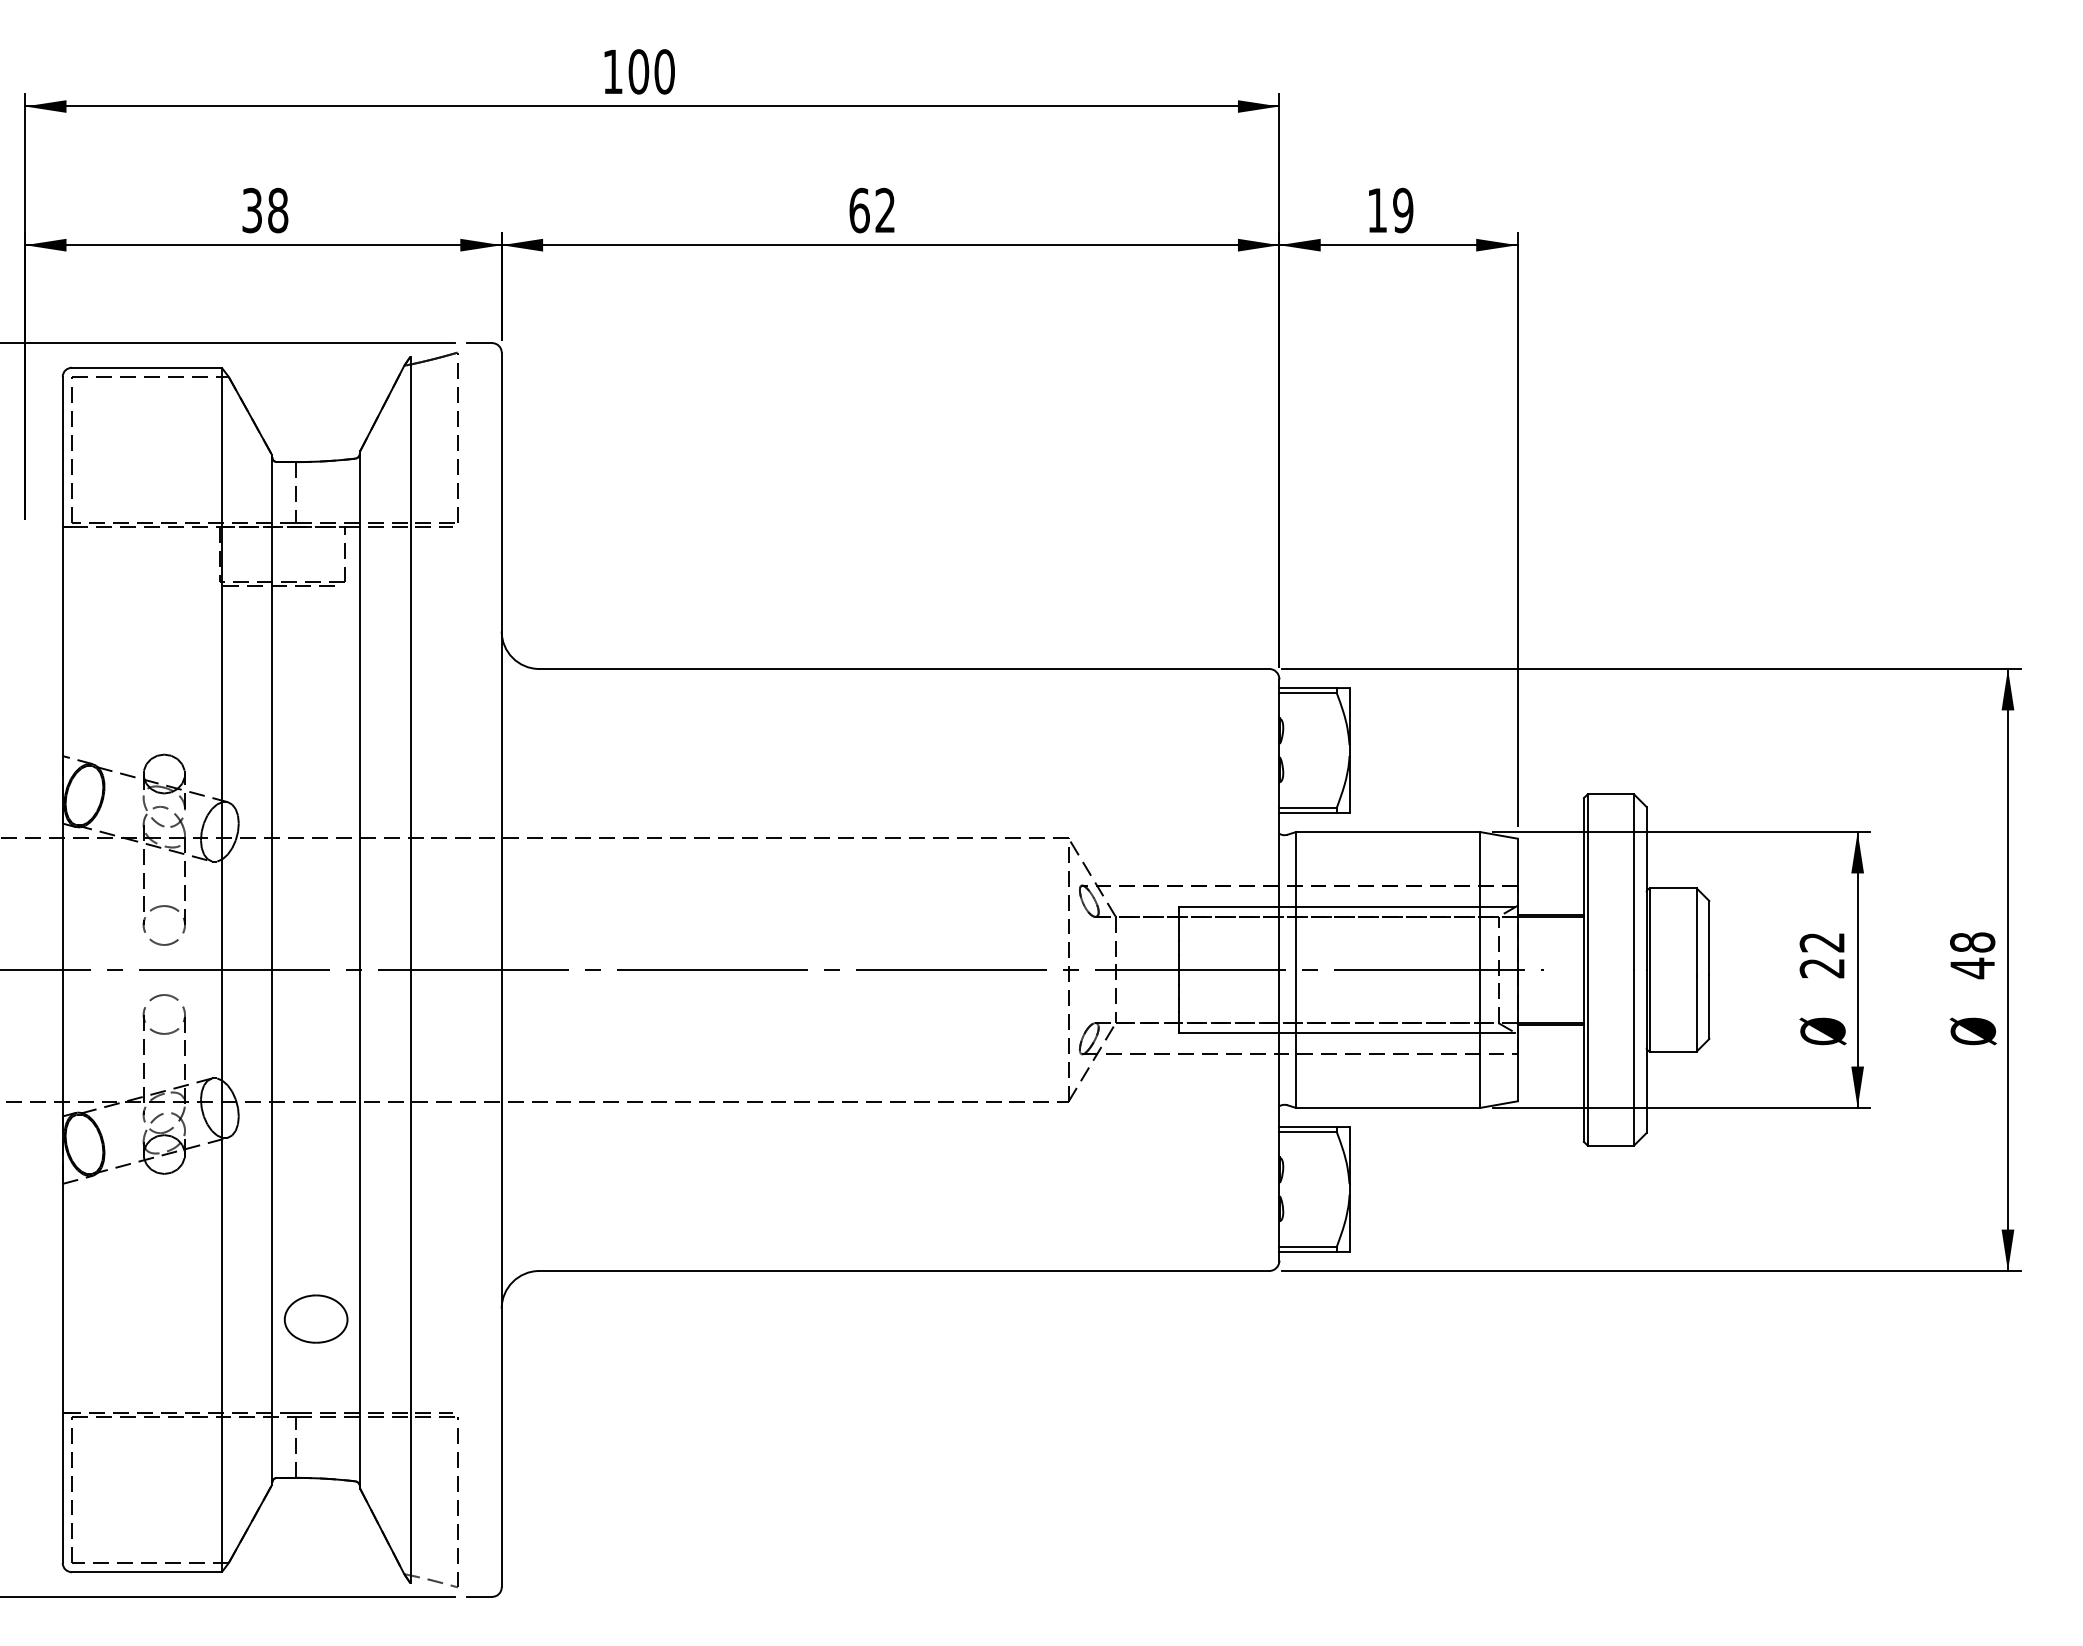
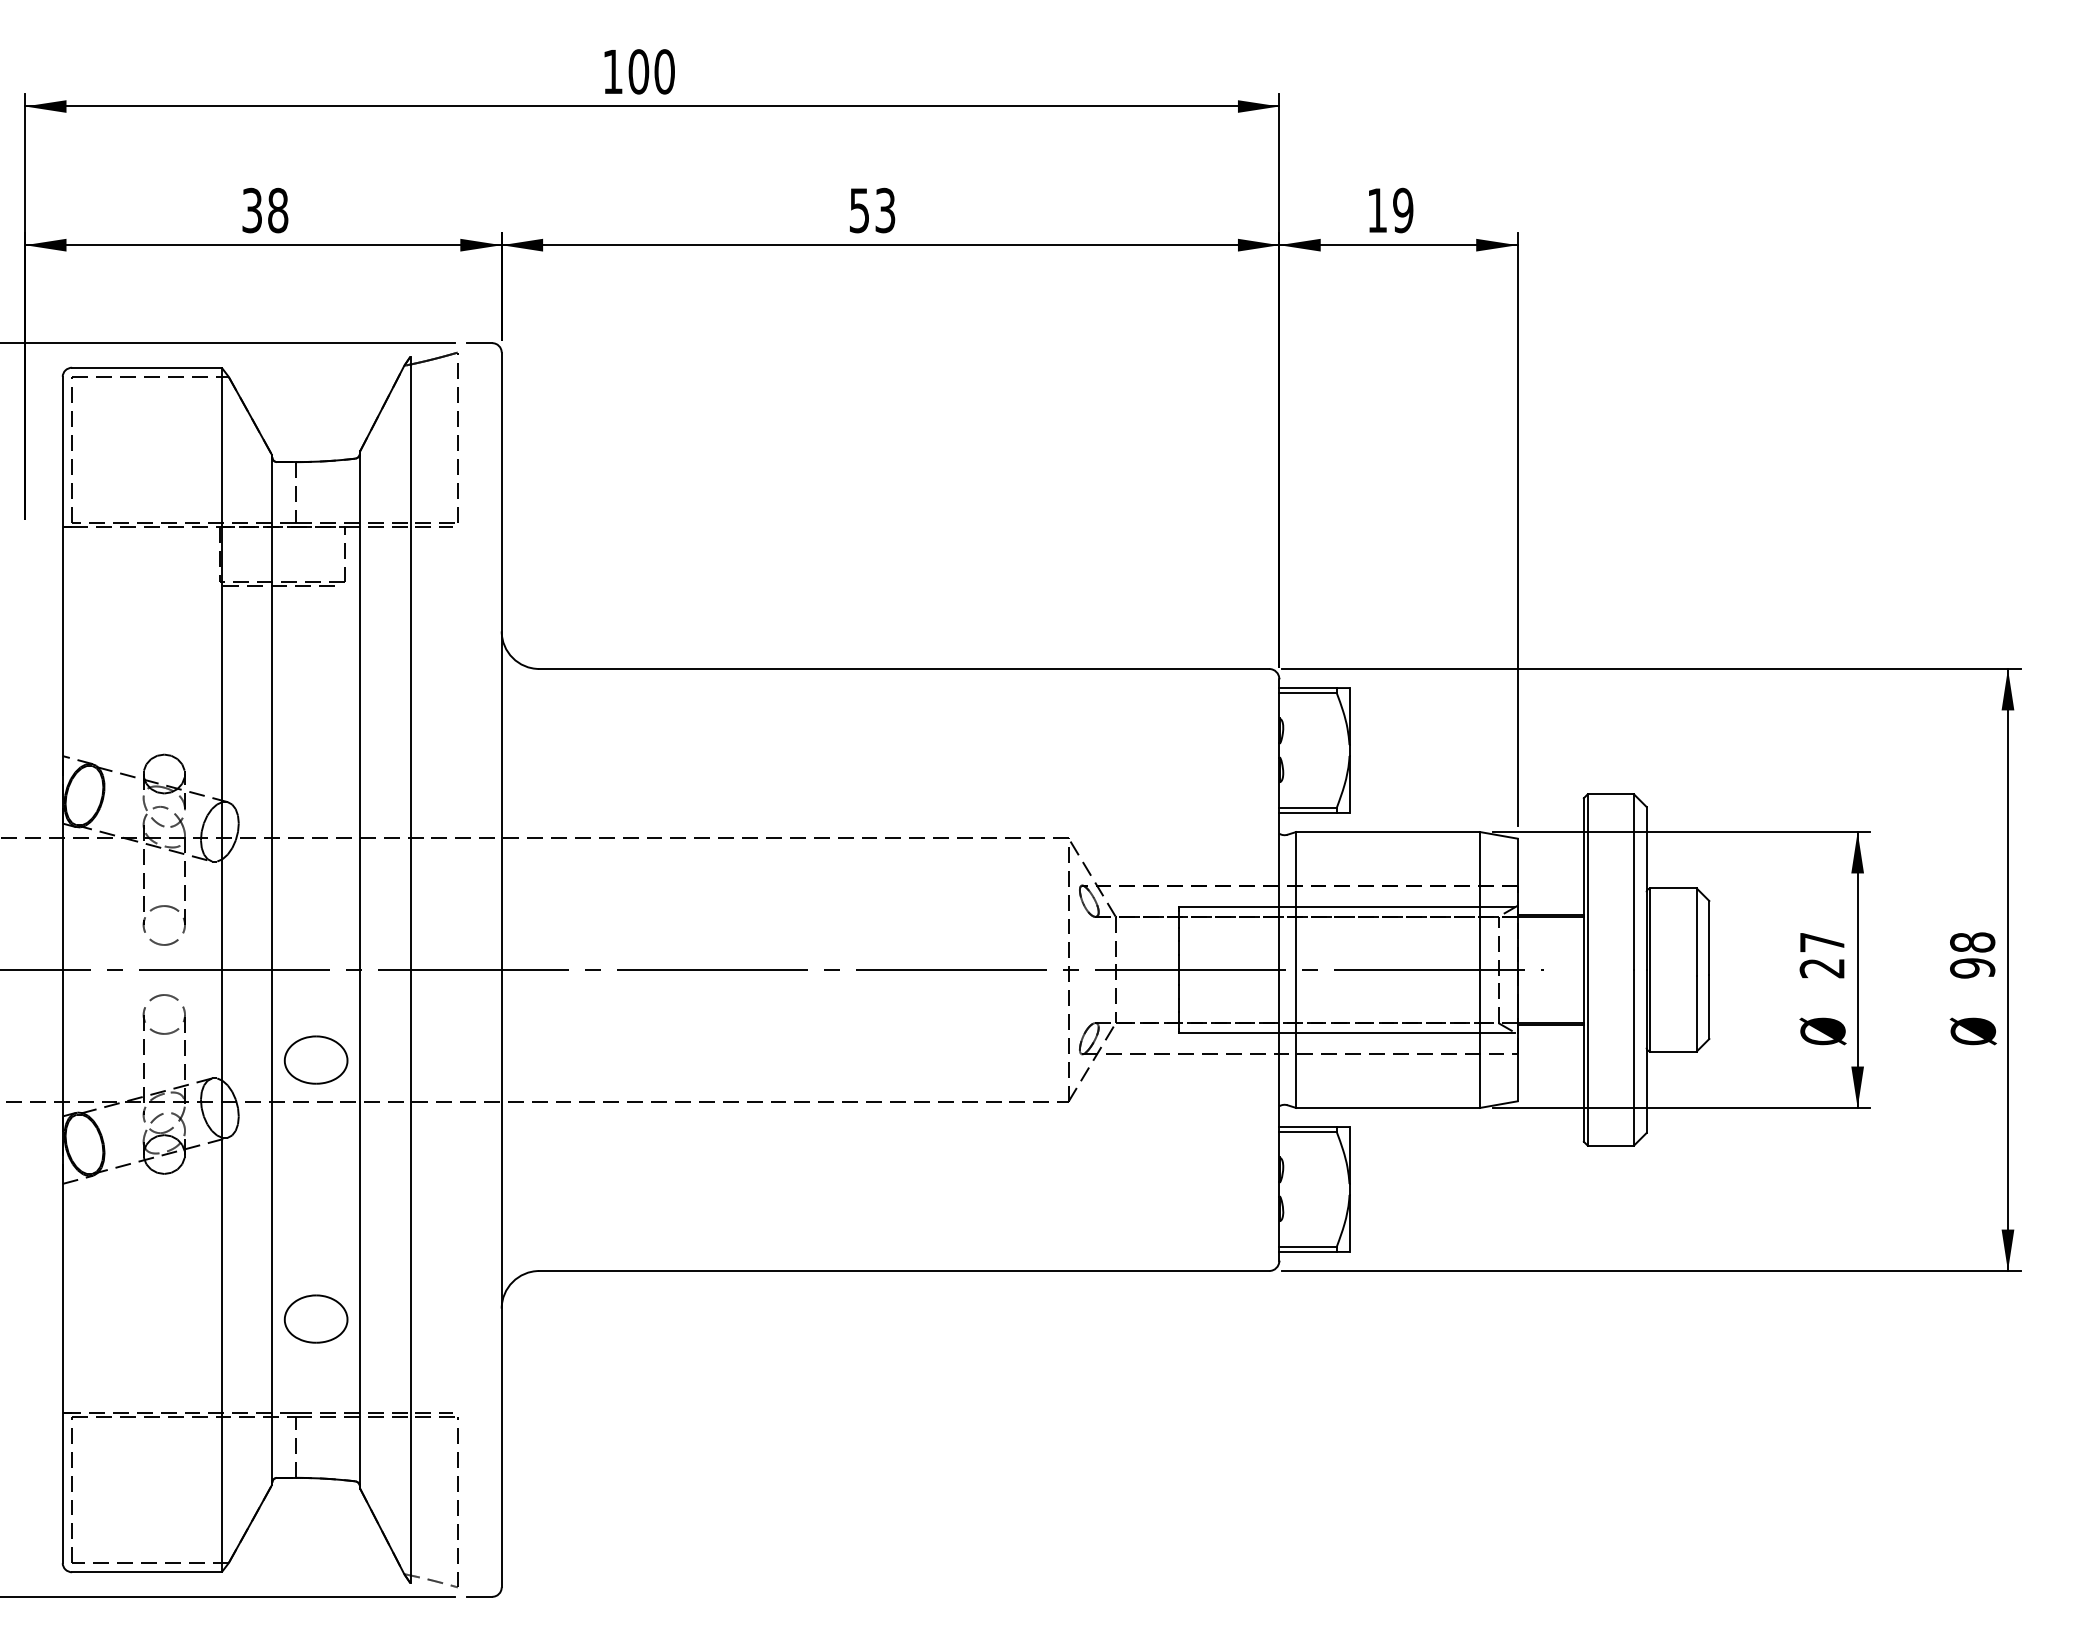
text at (872, 210): 62 -> 53
text at (1821, 942): 22 -> 27
text at (1972, 968): 48 -> 98
part at (315, 1059): none -> present
